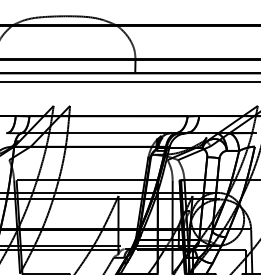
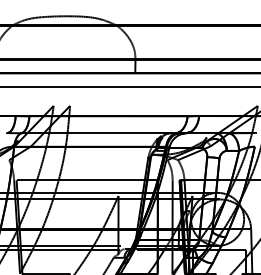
line at (129, 81) position: (129, 81) -> (129, 86)
